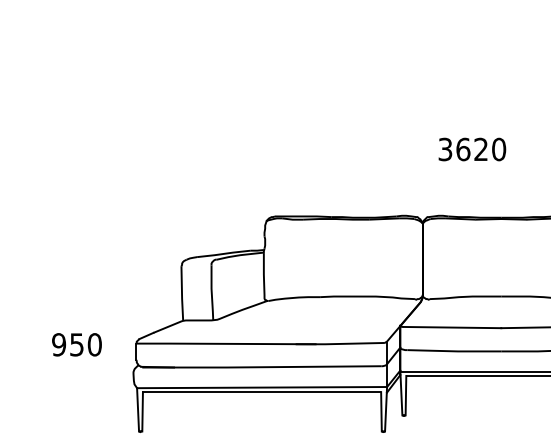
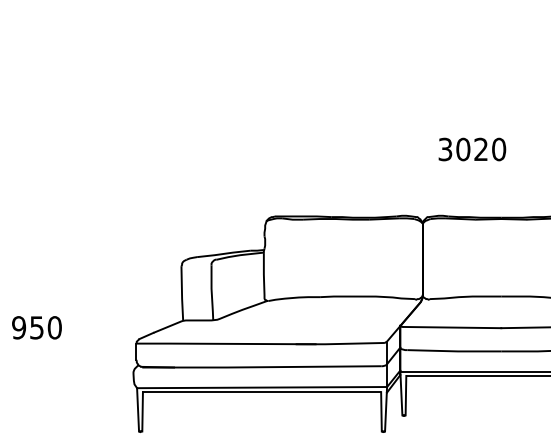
text at (463, 148): 3620 -> 3020
text at (76, 344) position: (76, 344) -> (36, 327)
